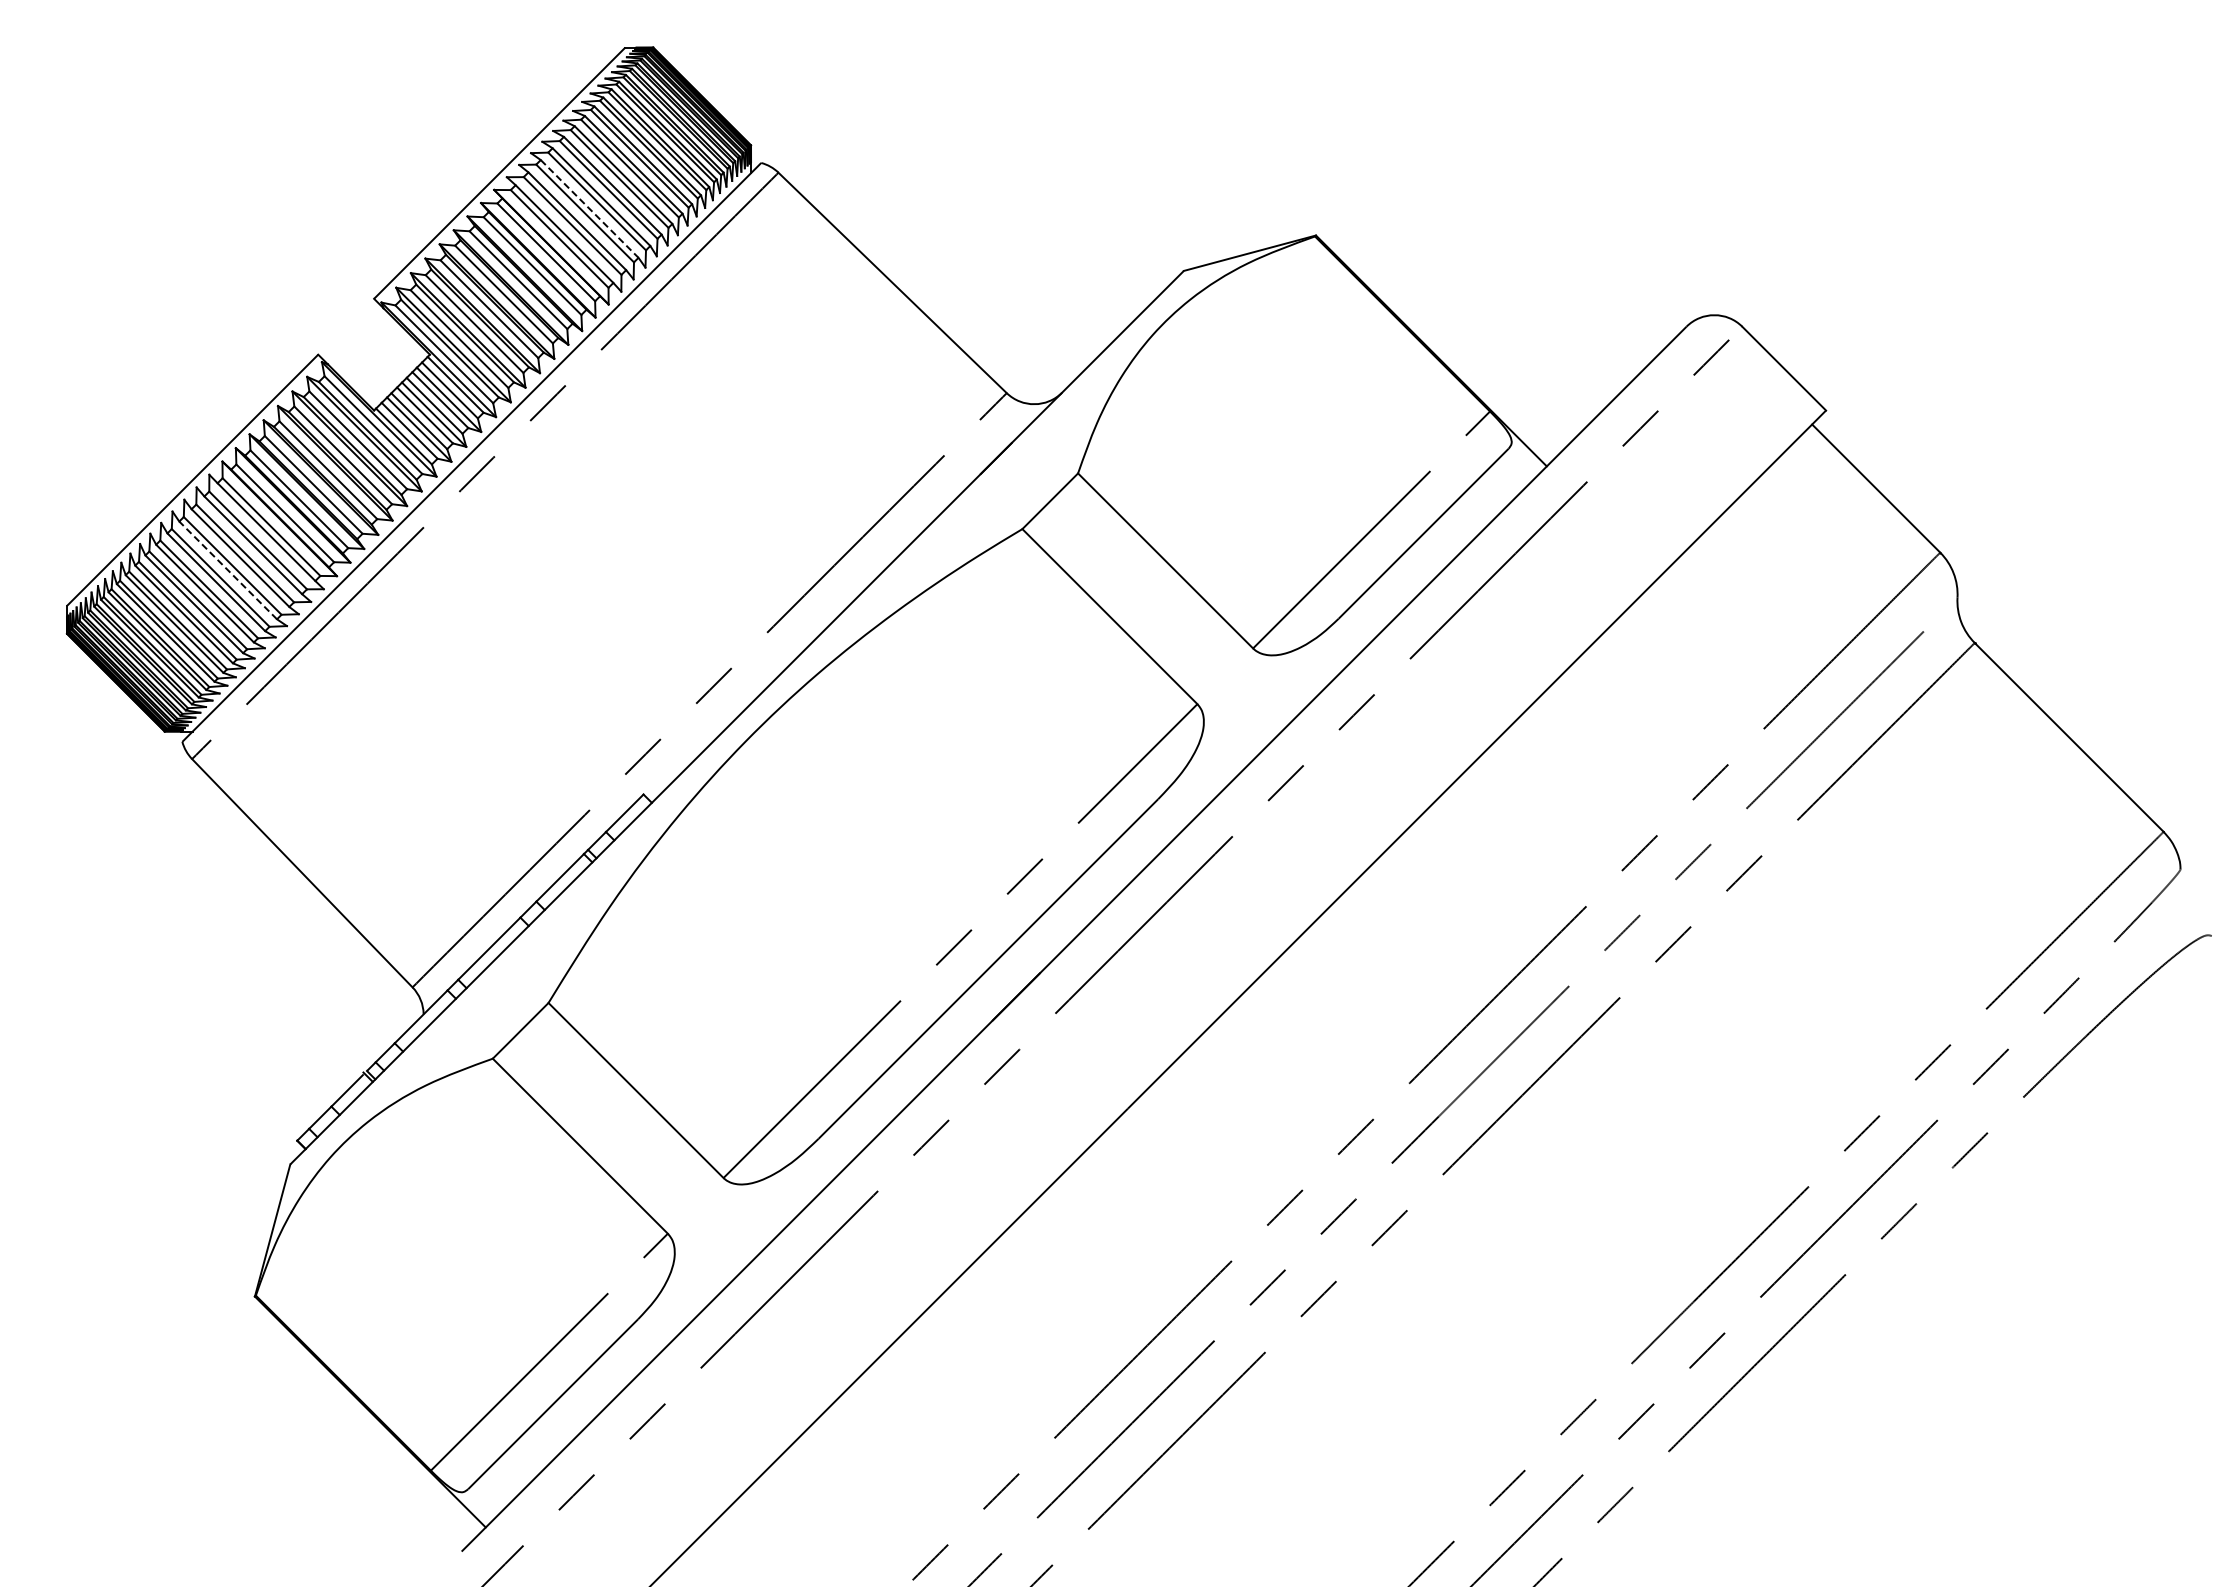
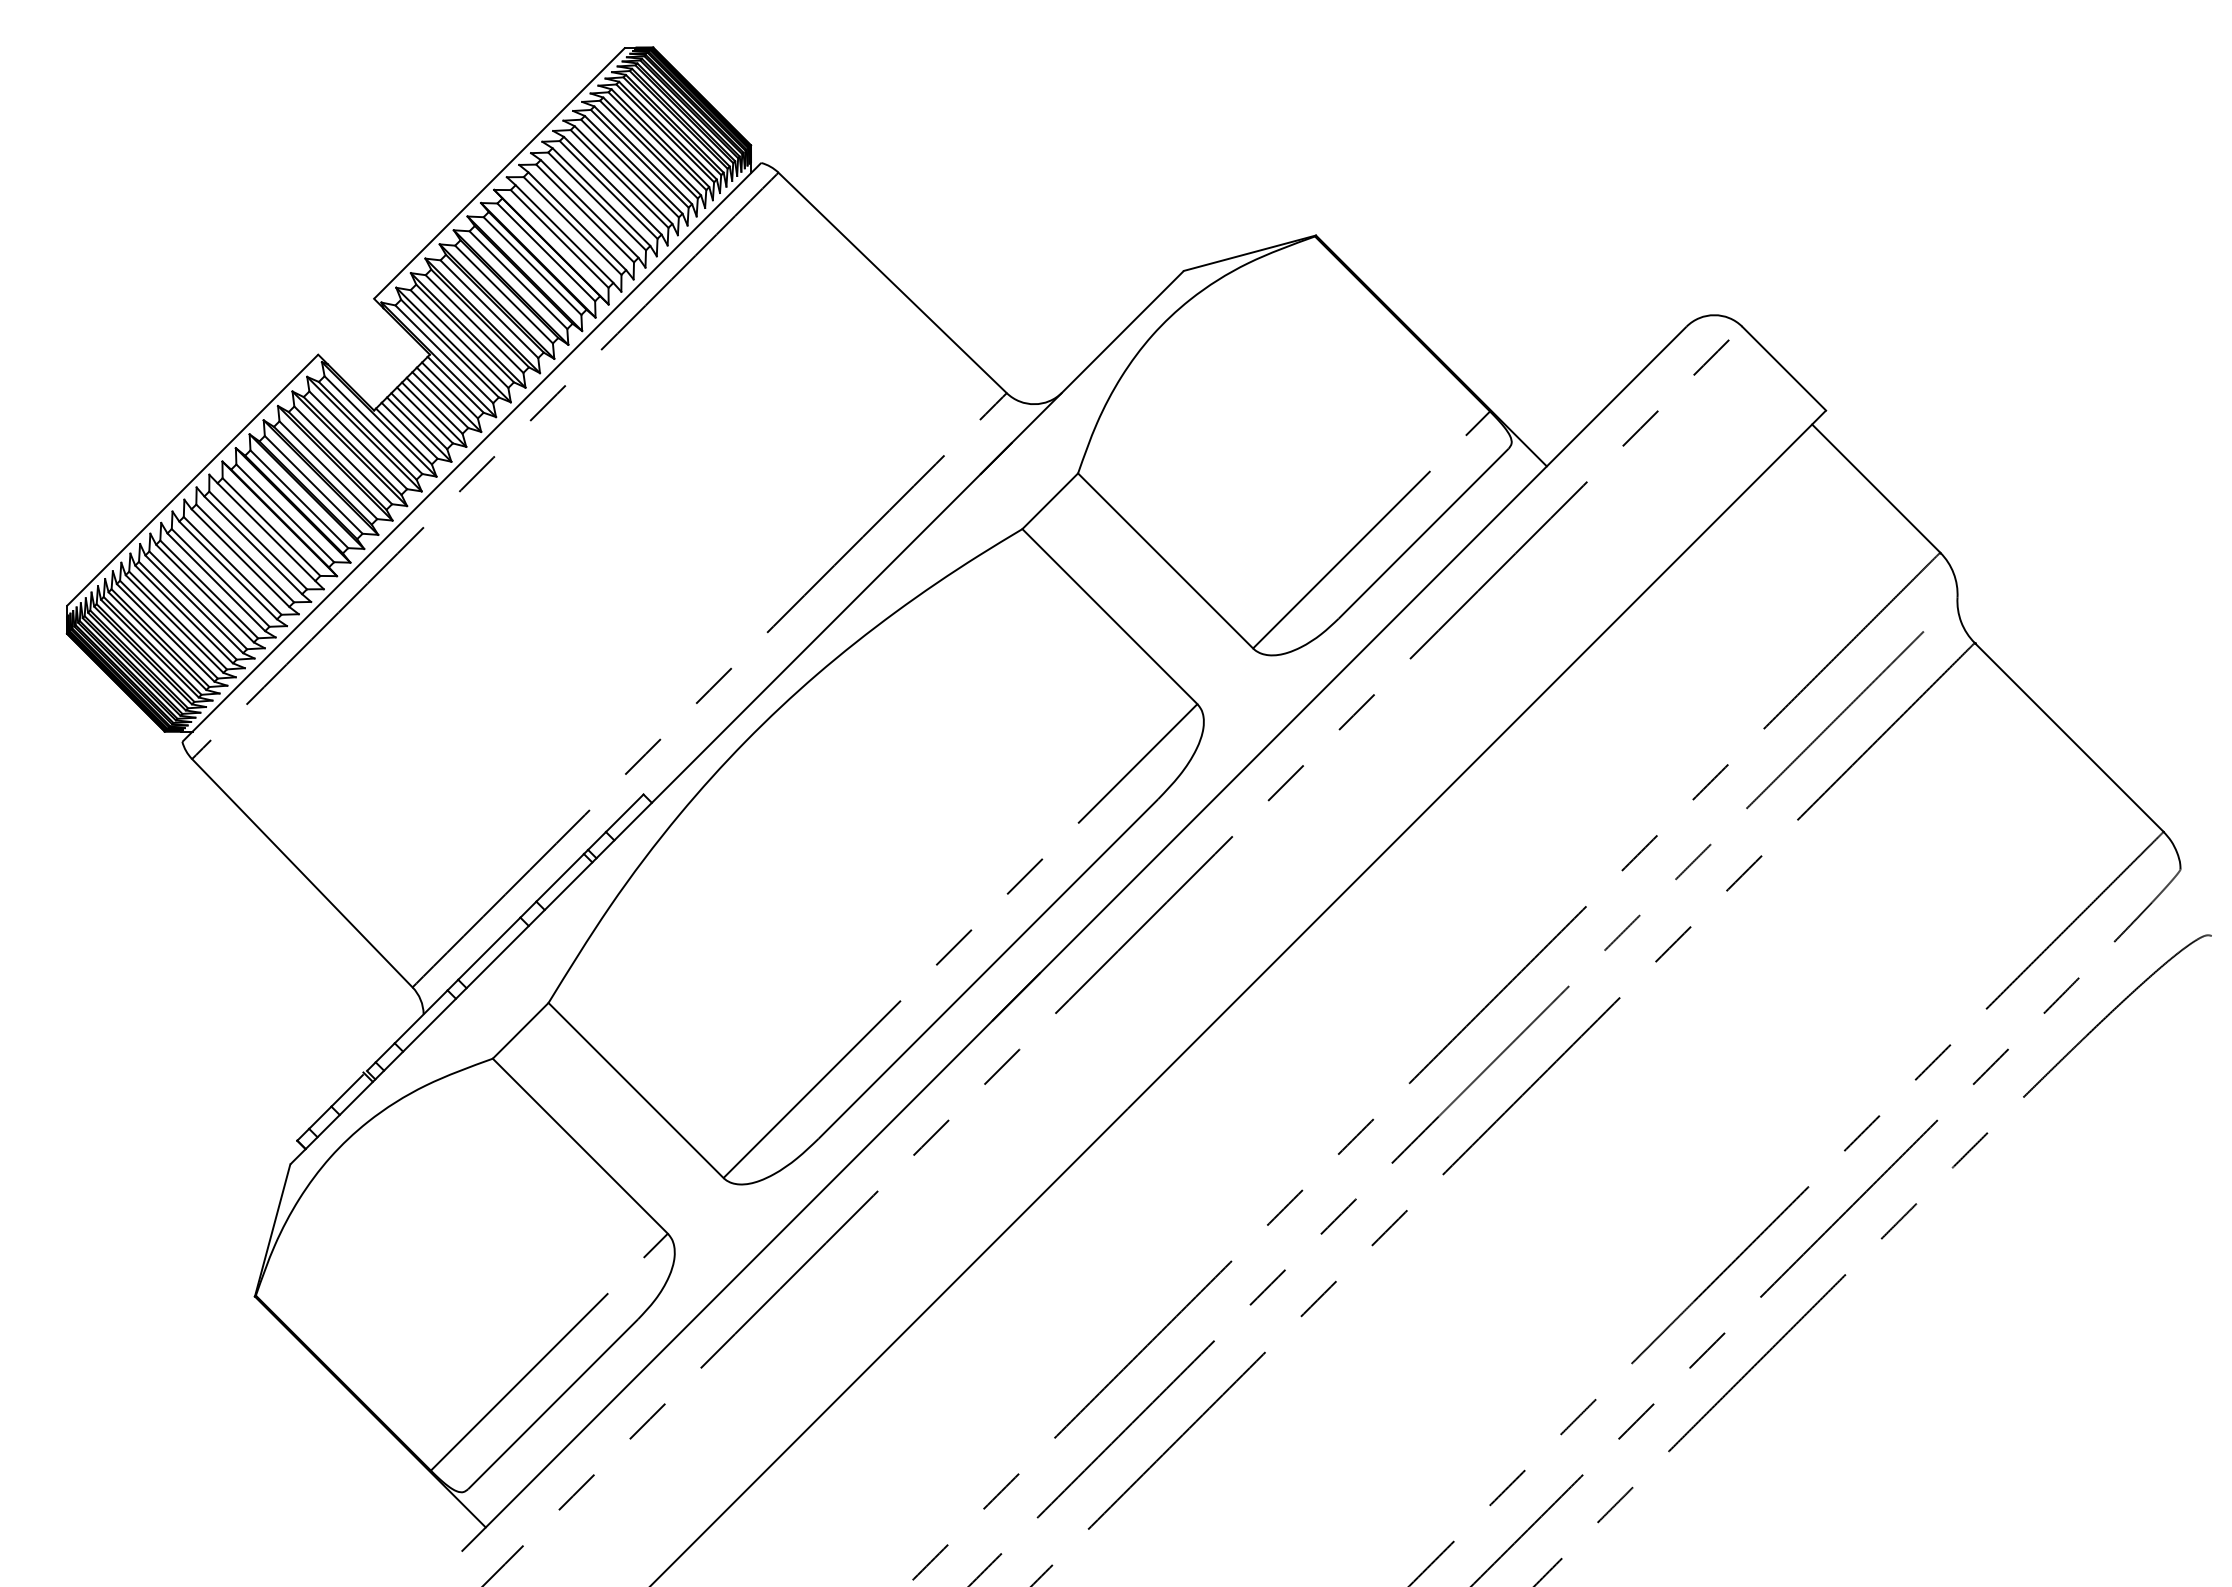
line at (590, 209): dashed -> solid
line at (227, 570): dashed -> solid
